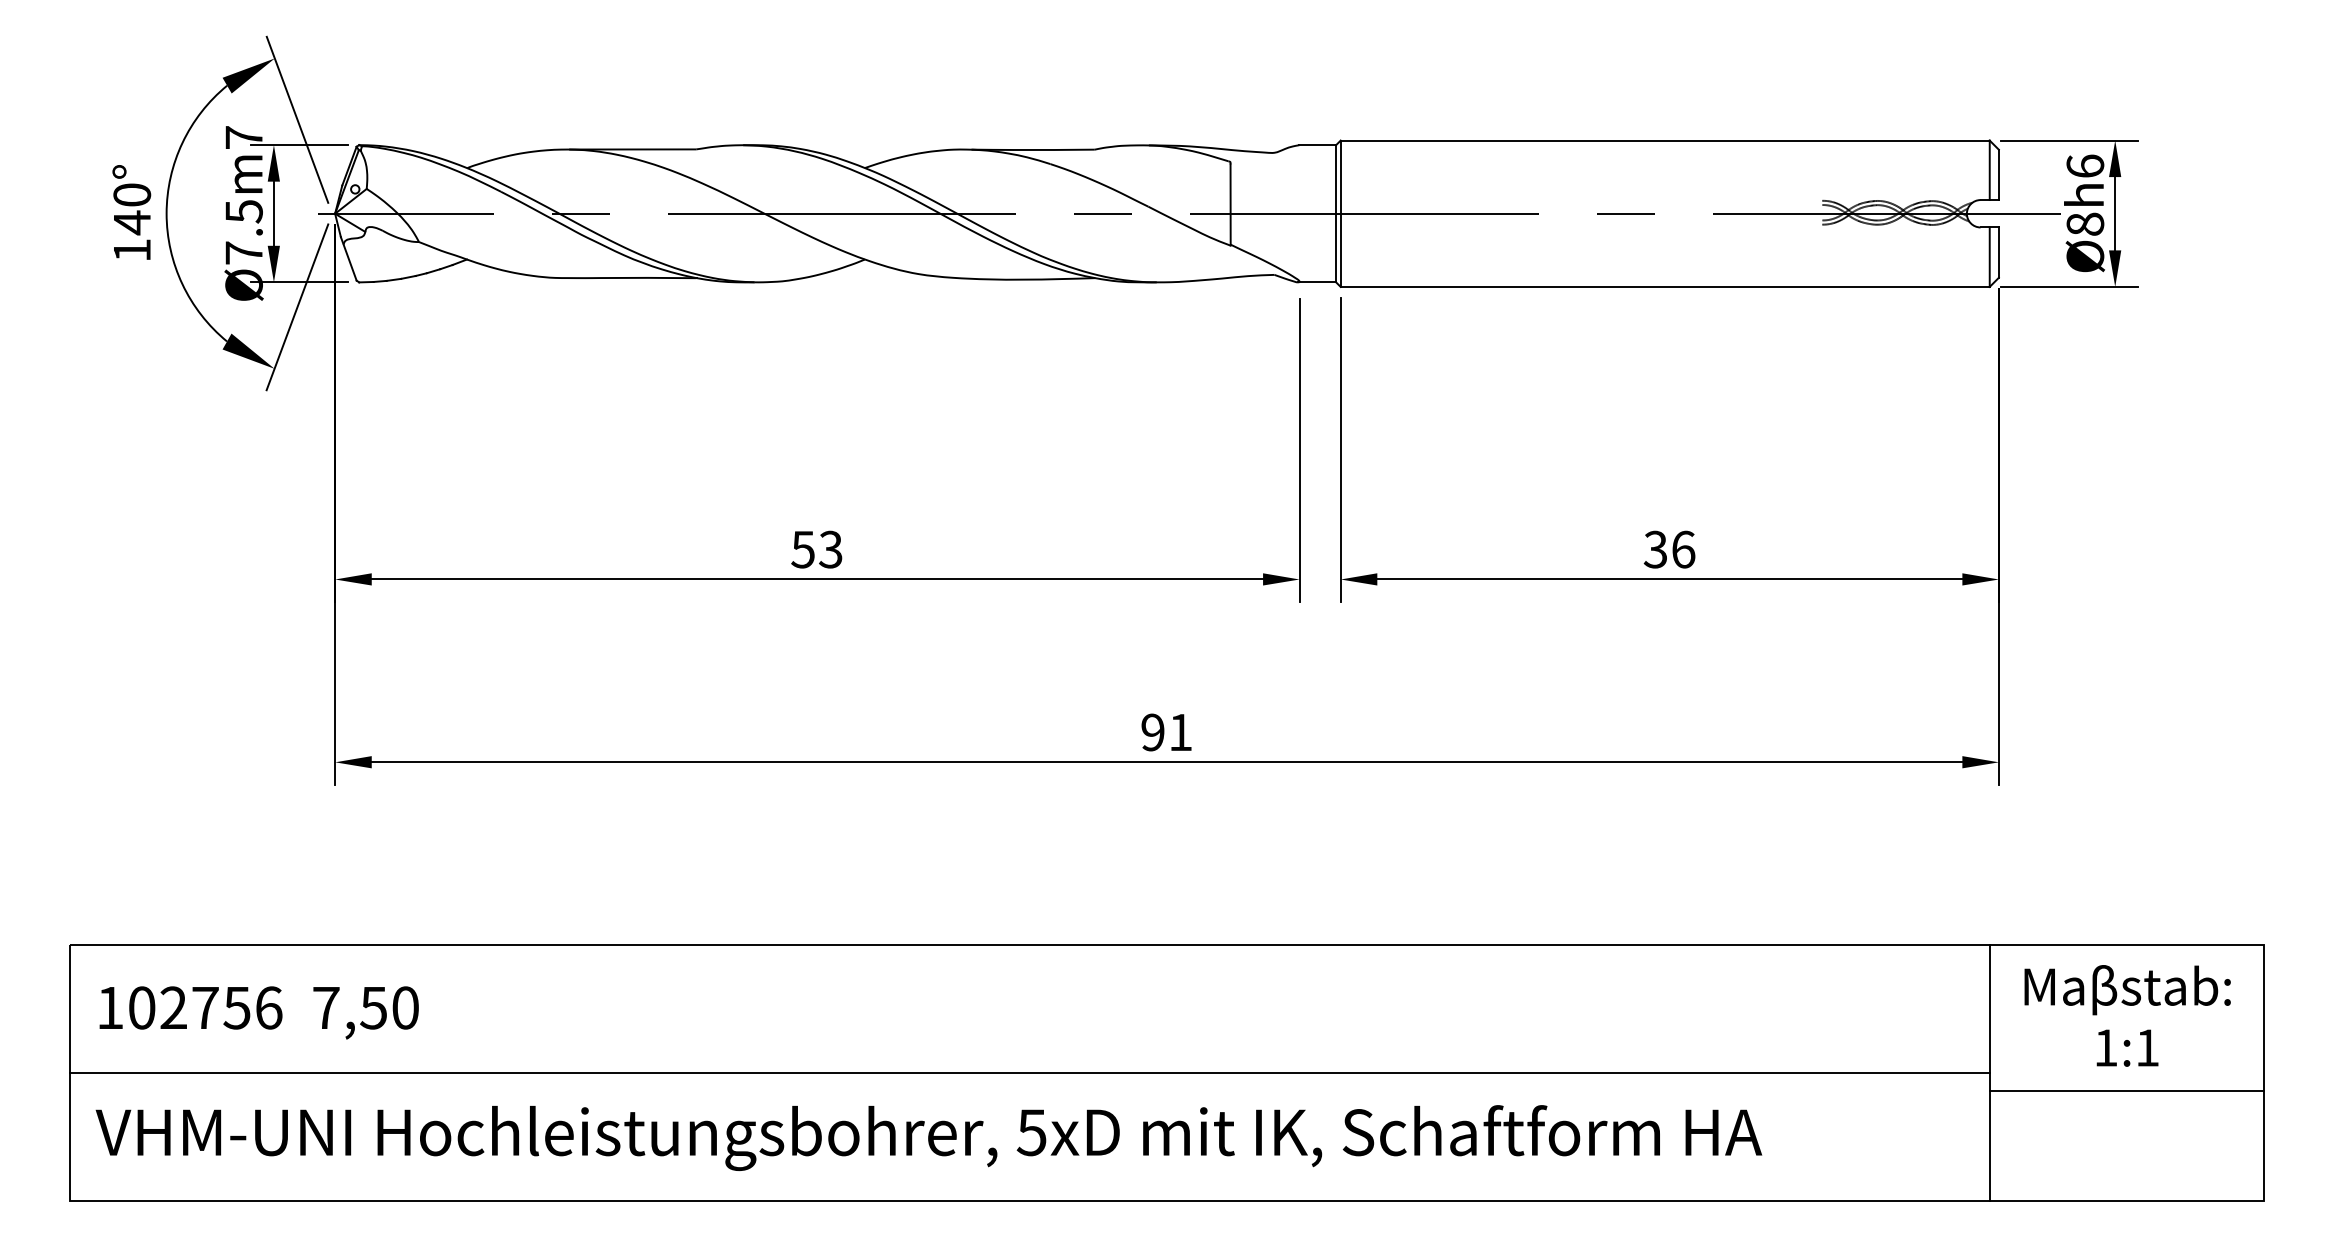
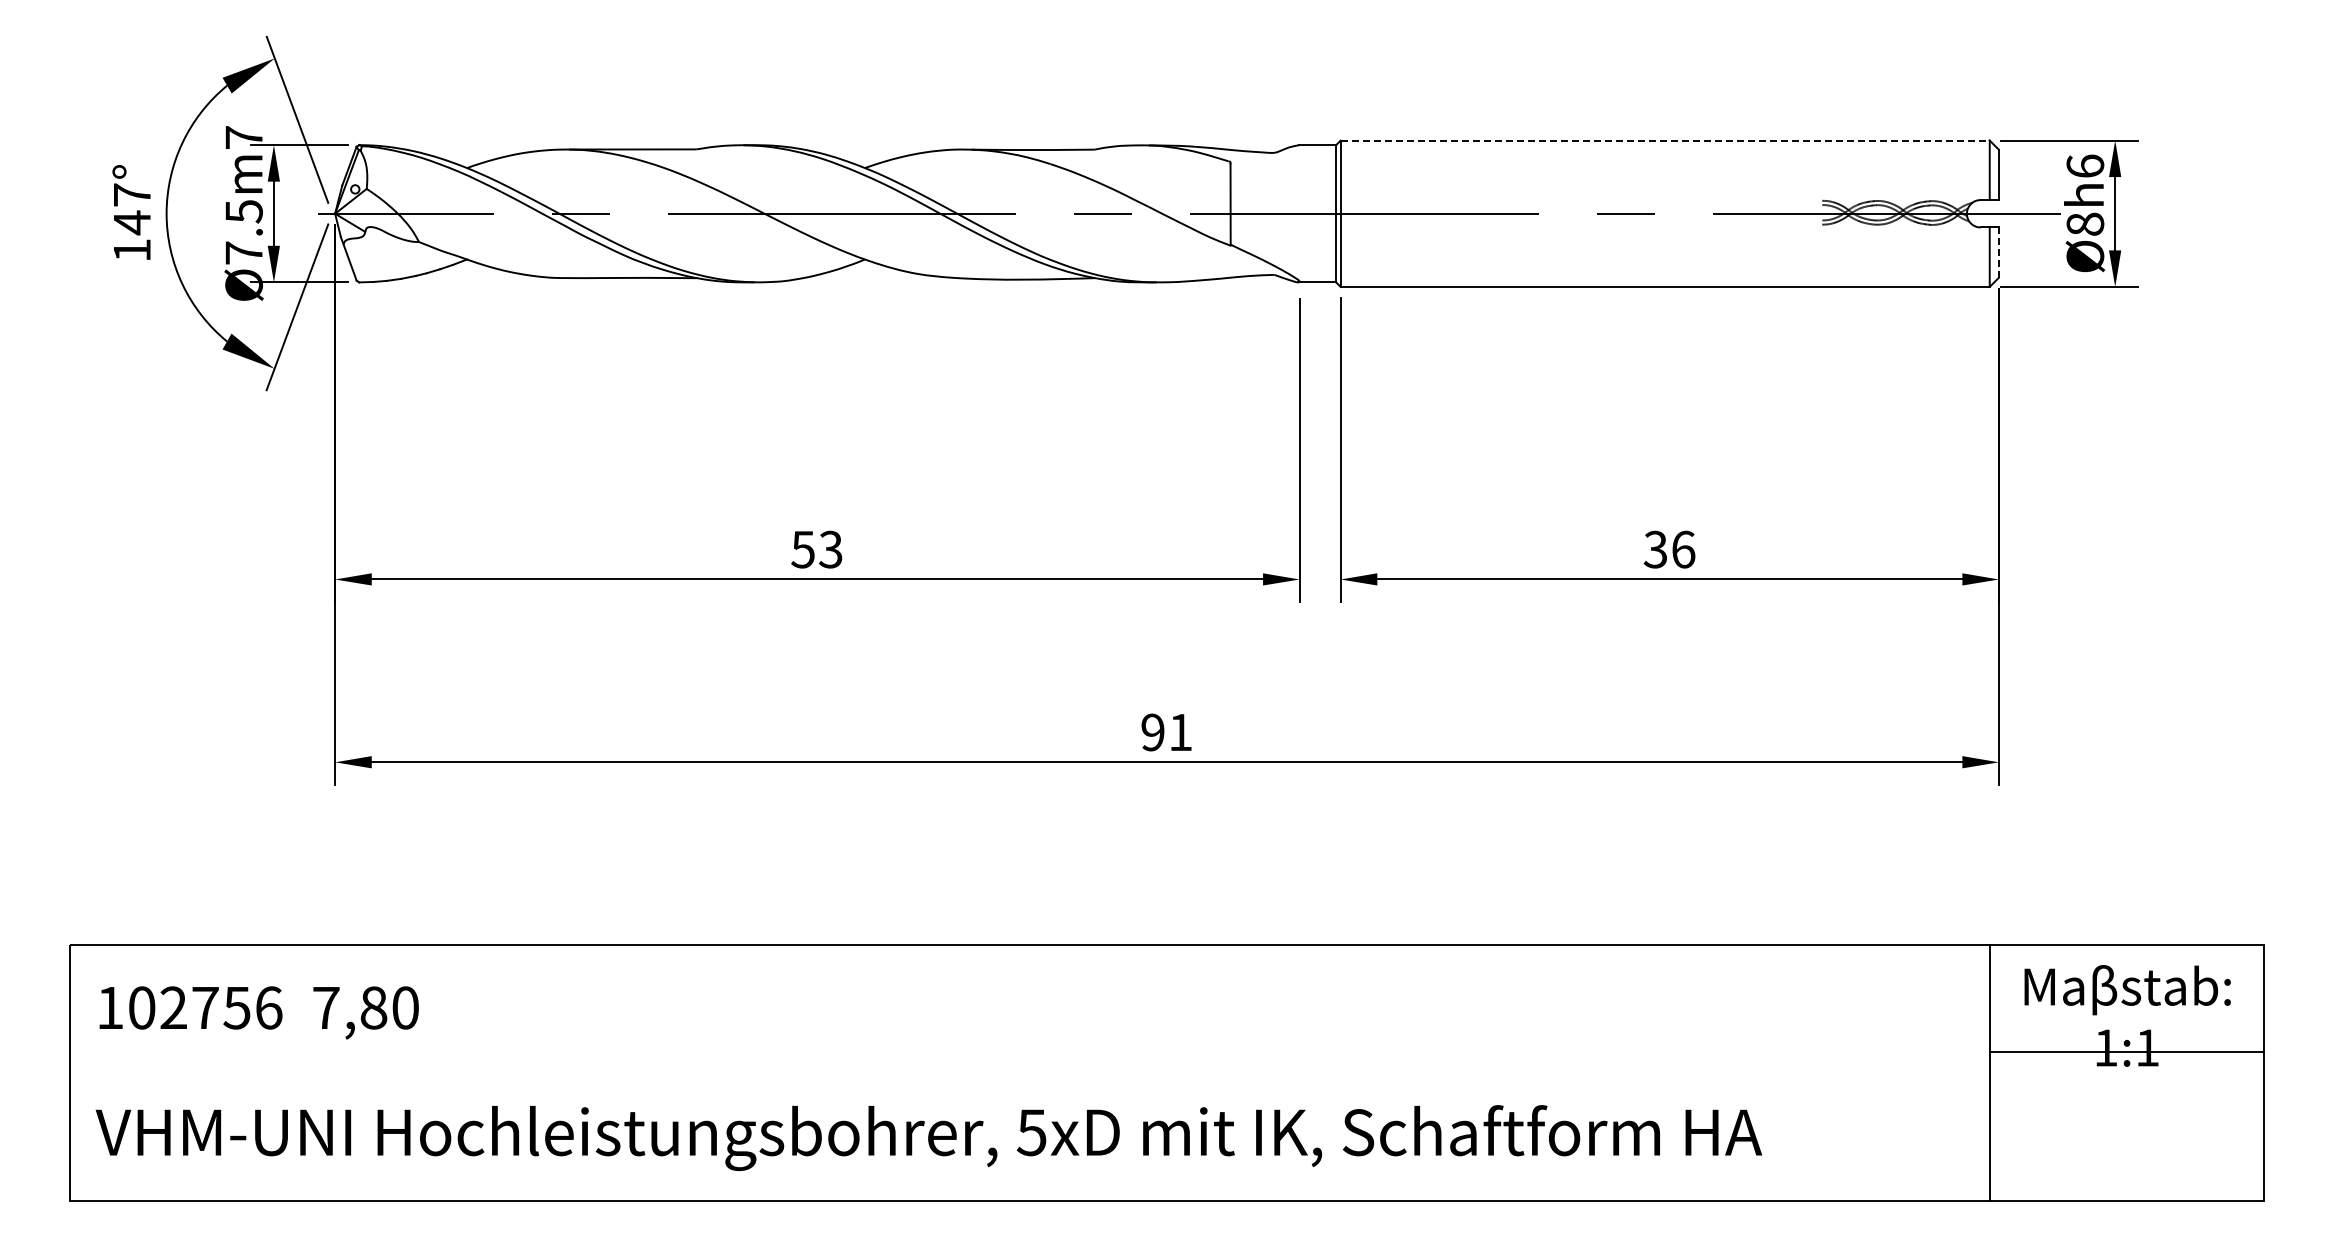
line at (1665, 140): solid -> dashed
text at (132, 194): 140° -> 147°
line at (1998, 253): solid -> dashed
text at (373, 1007): 7,50 -> 7,80
line at (1029, 1073): present -> none
line at (2126, 1091) position: (2126, 1091) -> (2126, 1052)
